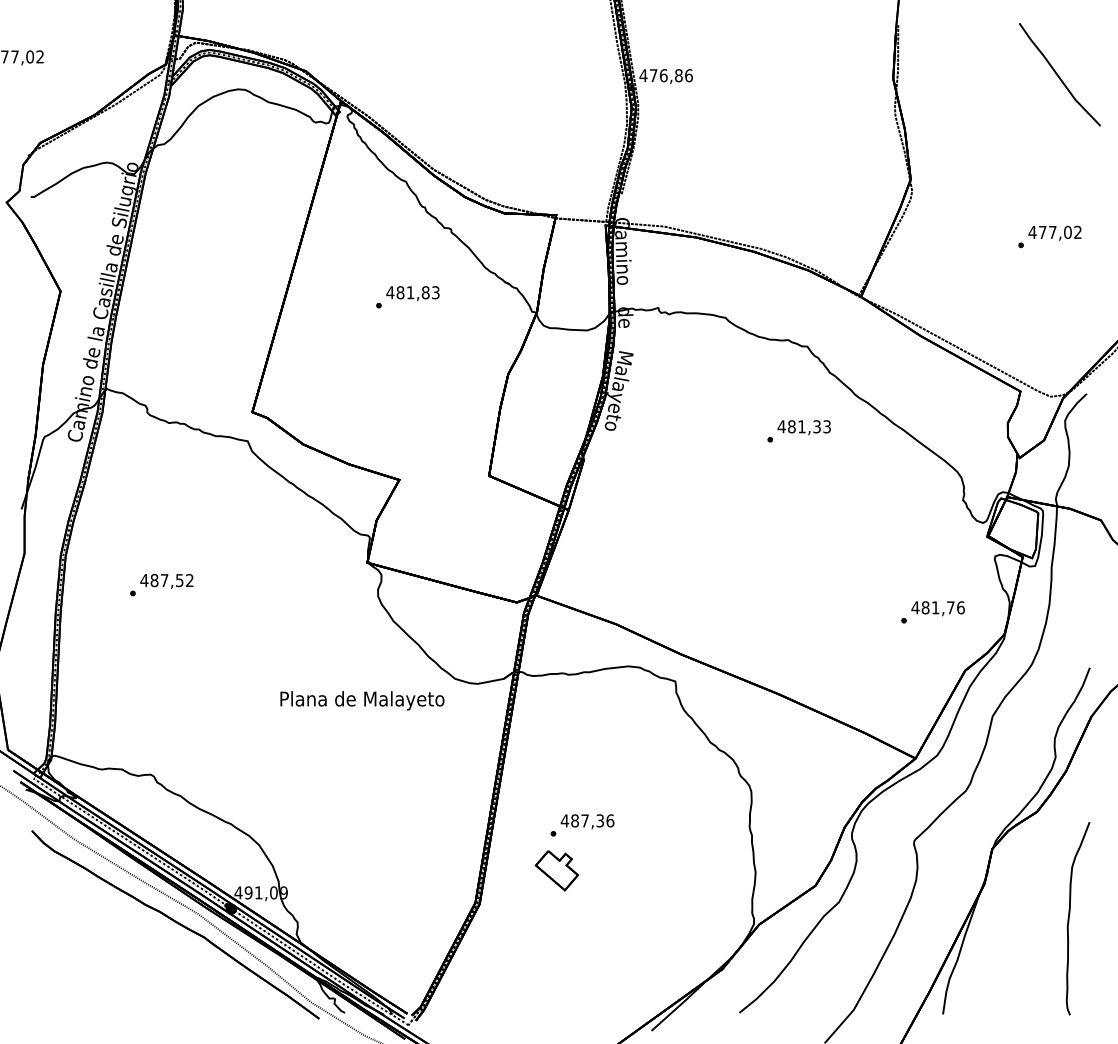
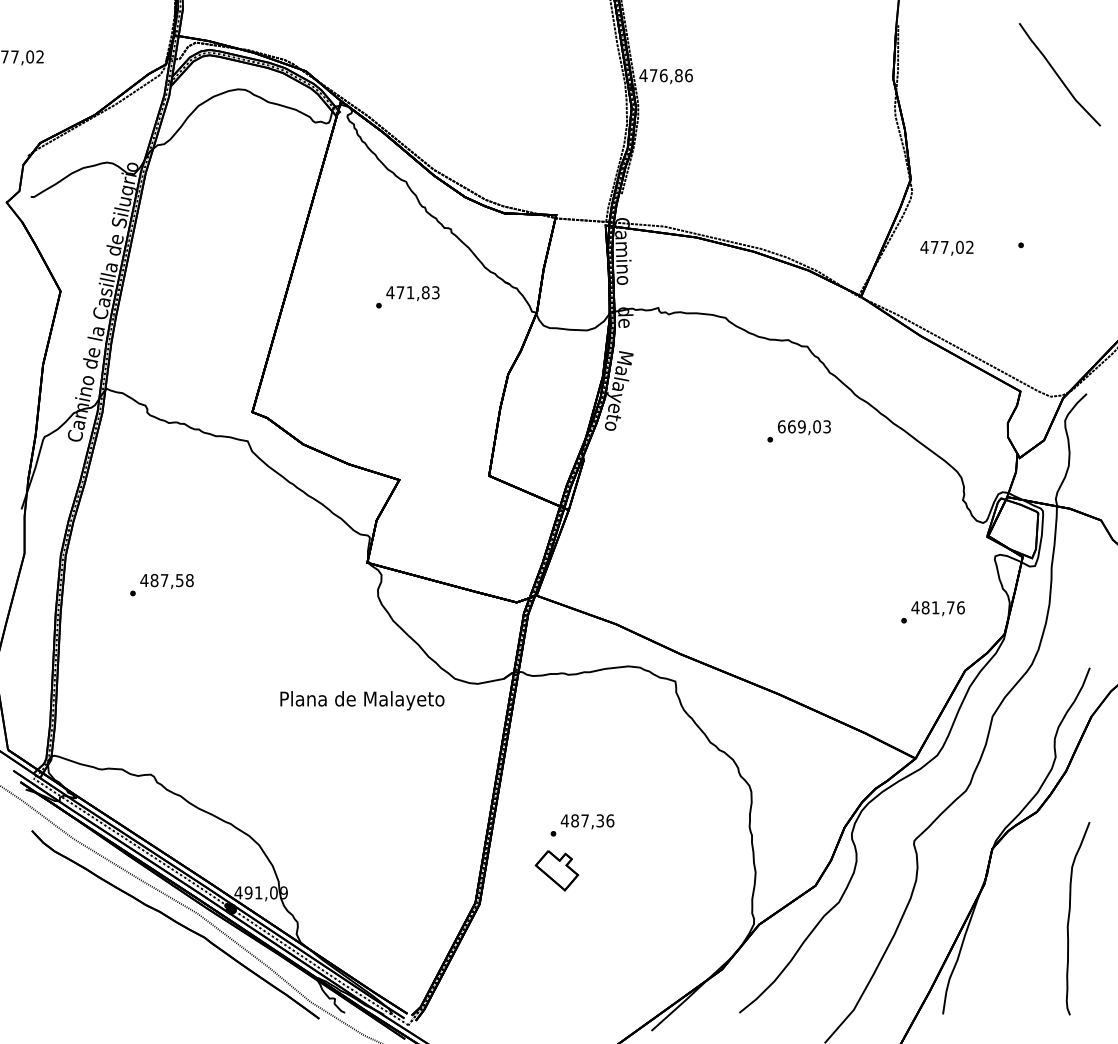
text at (1054, 232) position: (1054, 232) -> (946, 247)
text at (400, 292): 481,83 -> 471,83
text at (798, 426): 481,33 -> 669,03
text at (189, 580): 487,52 -> 487,58
